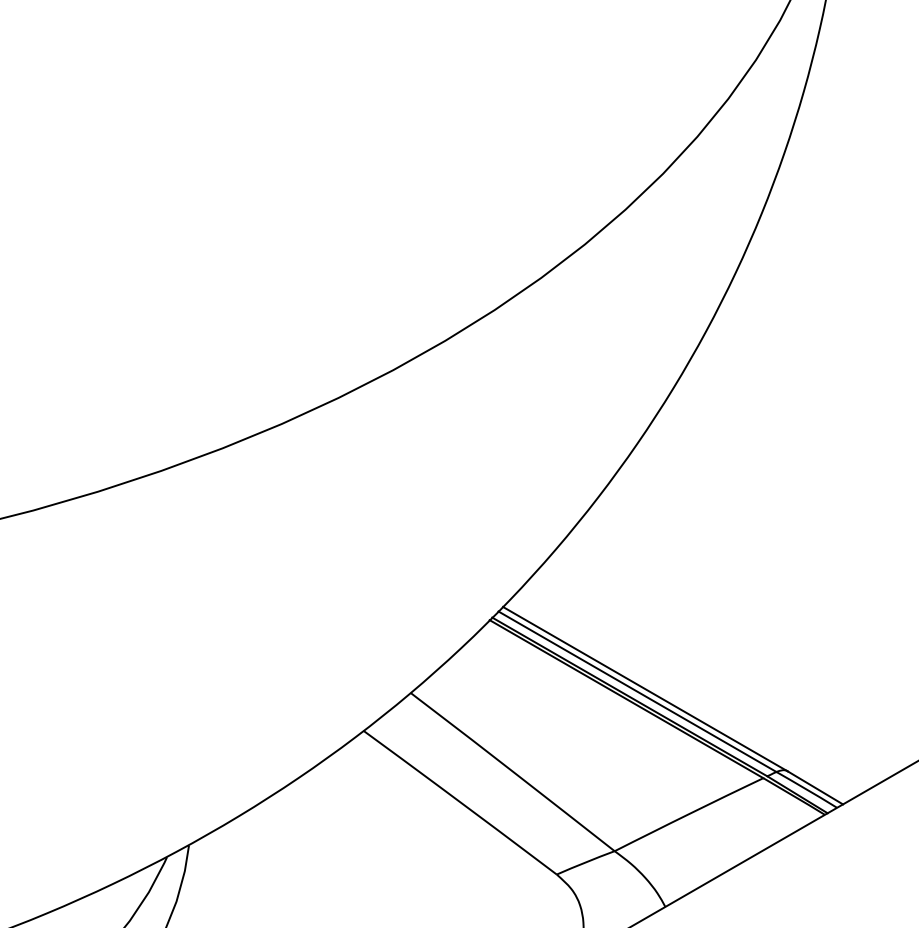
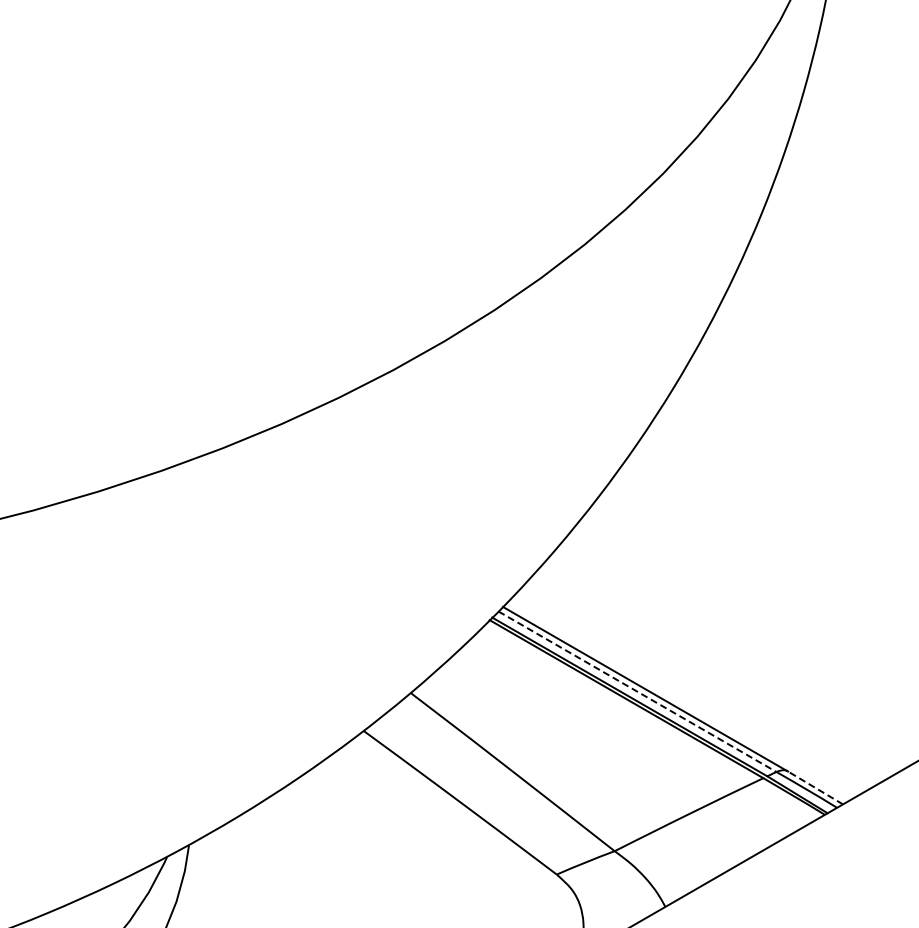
line at (637, 691): solid -> dashed
line at (815, 787): solid -> dashed
